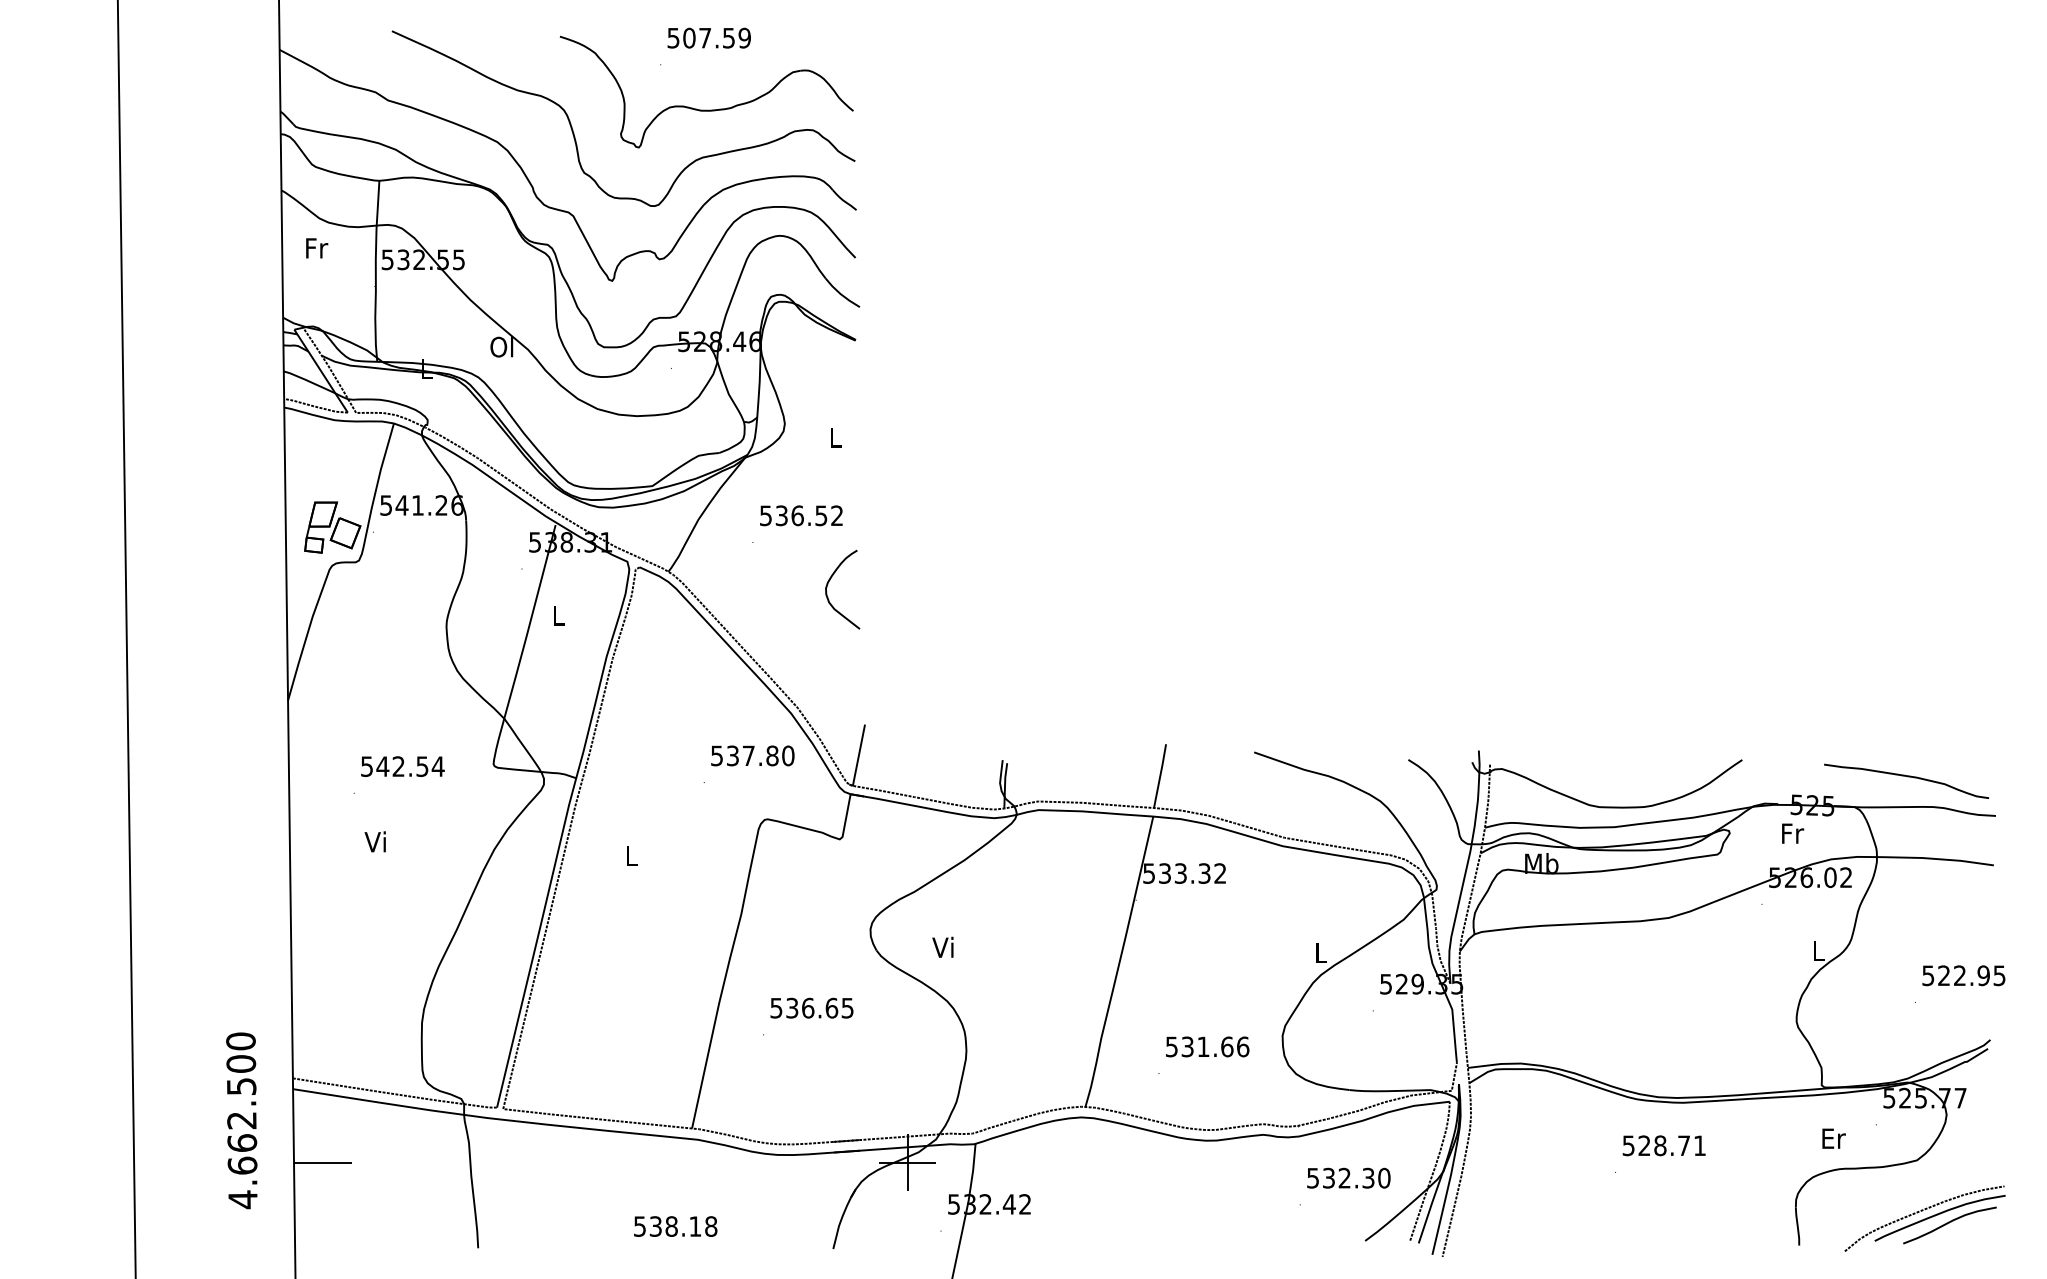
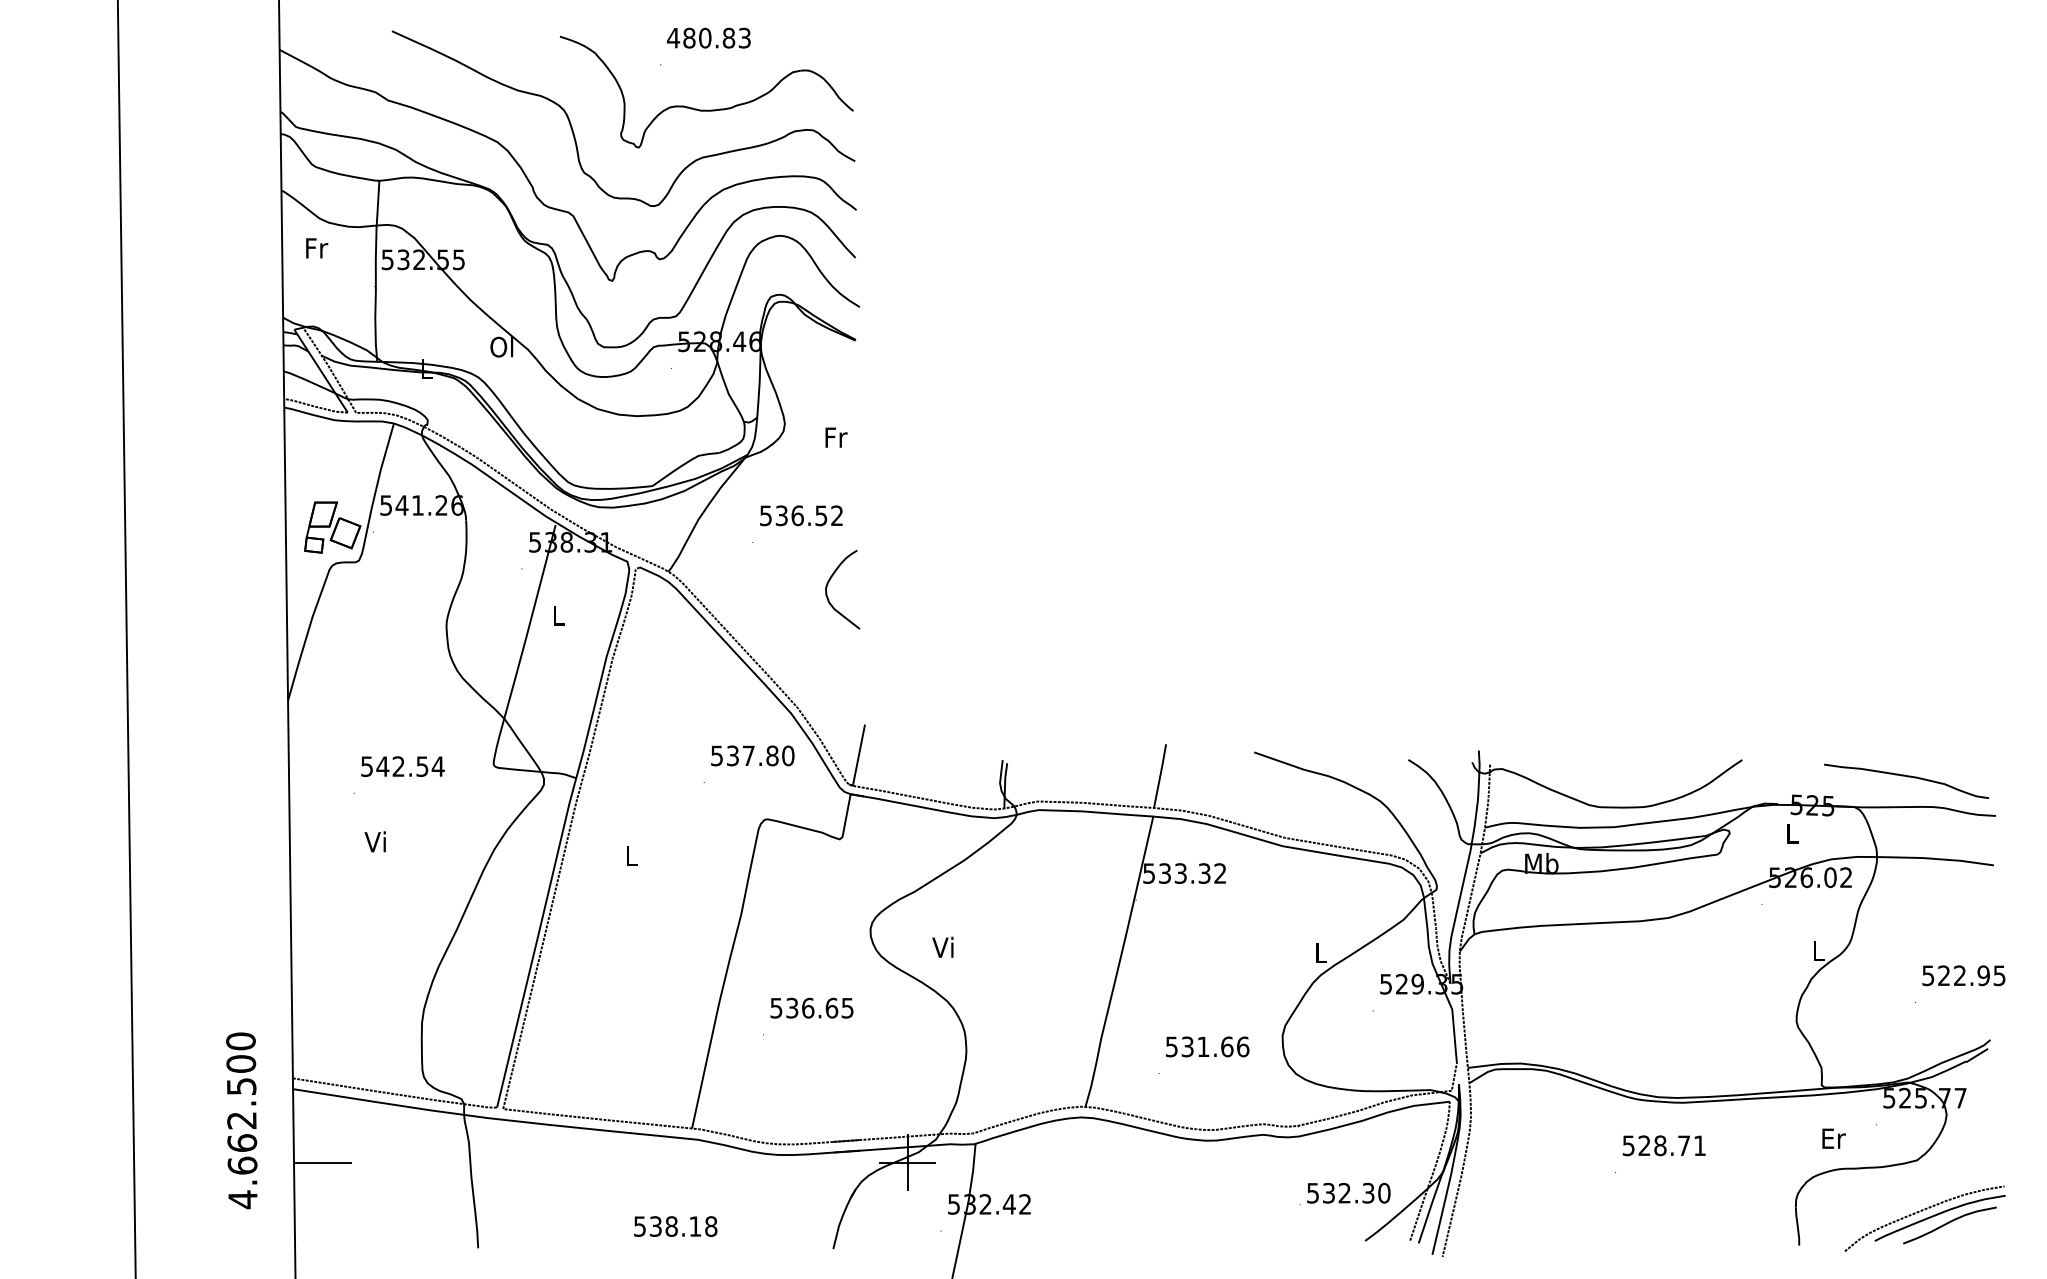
text at (708, 37): 507.59 -> 480.83
text at (836, 437): L -> Fr
text at (1793, 833): Fr -> L
text at (1348, 1177) position: (1348, 1177) -> (1348, 1192)
